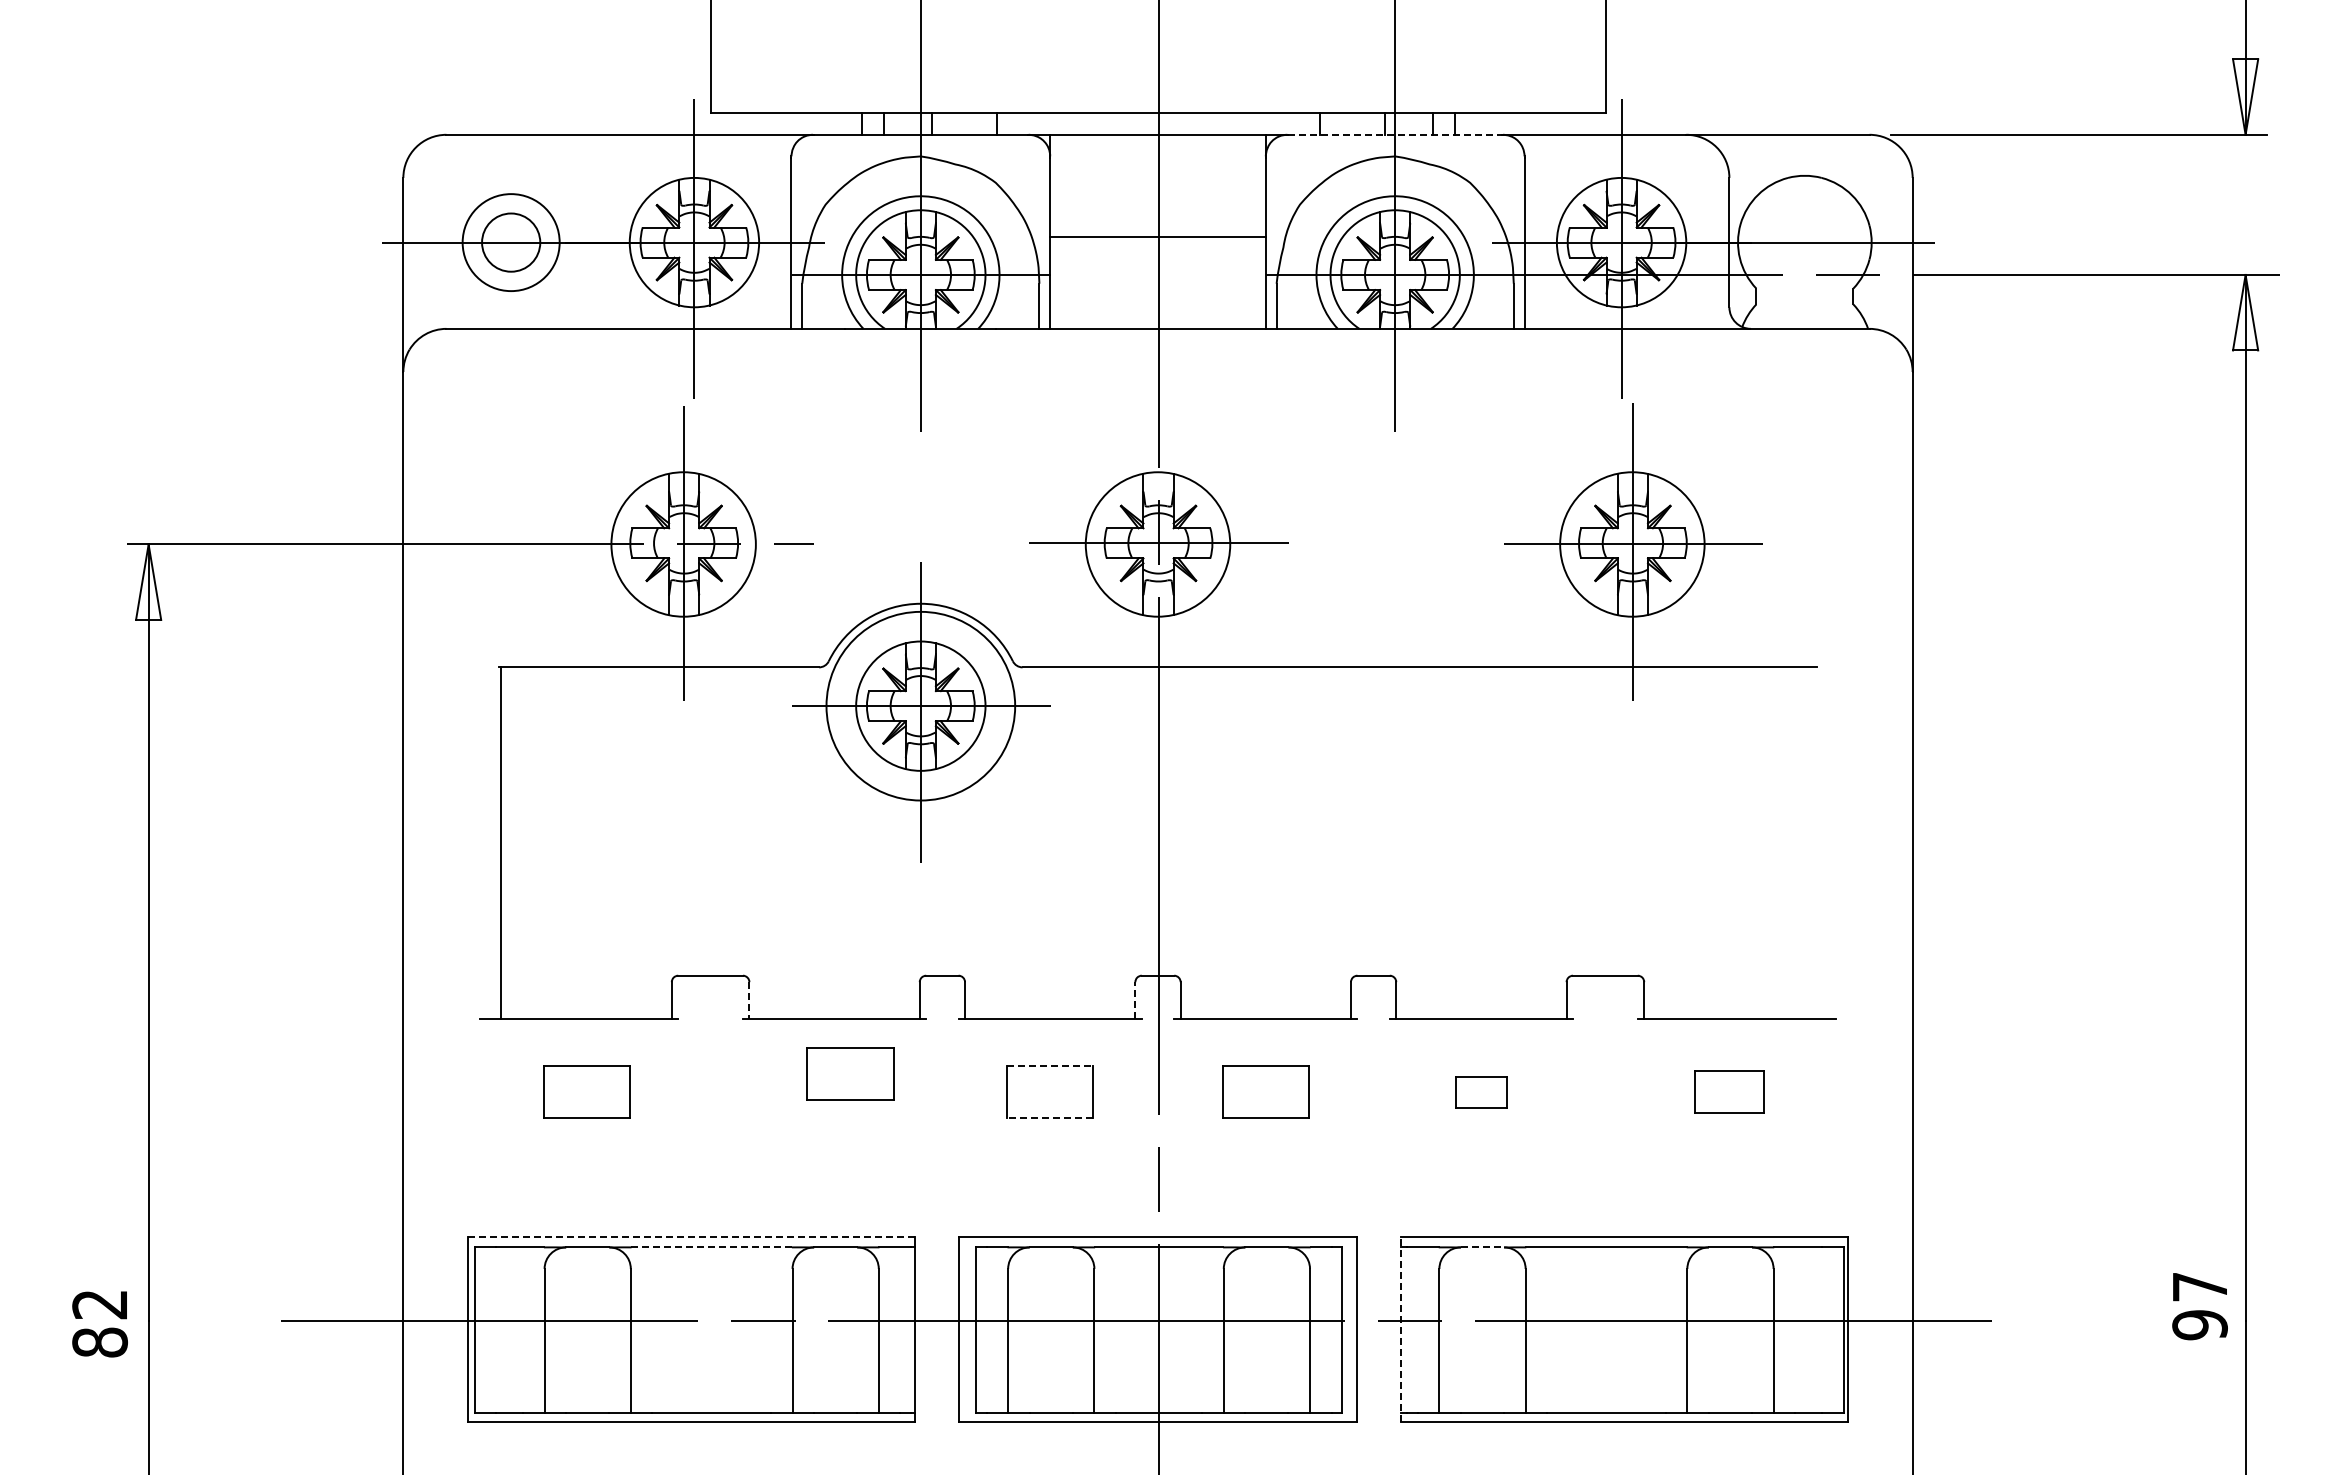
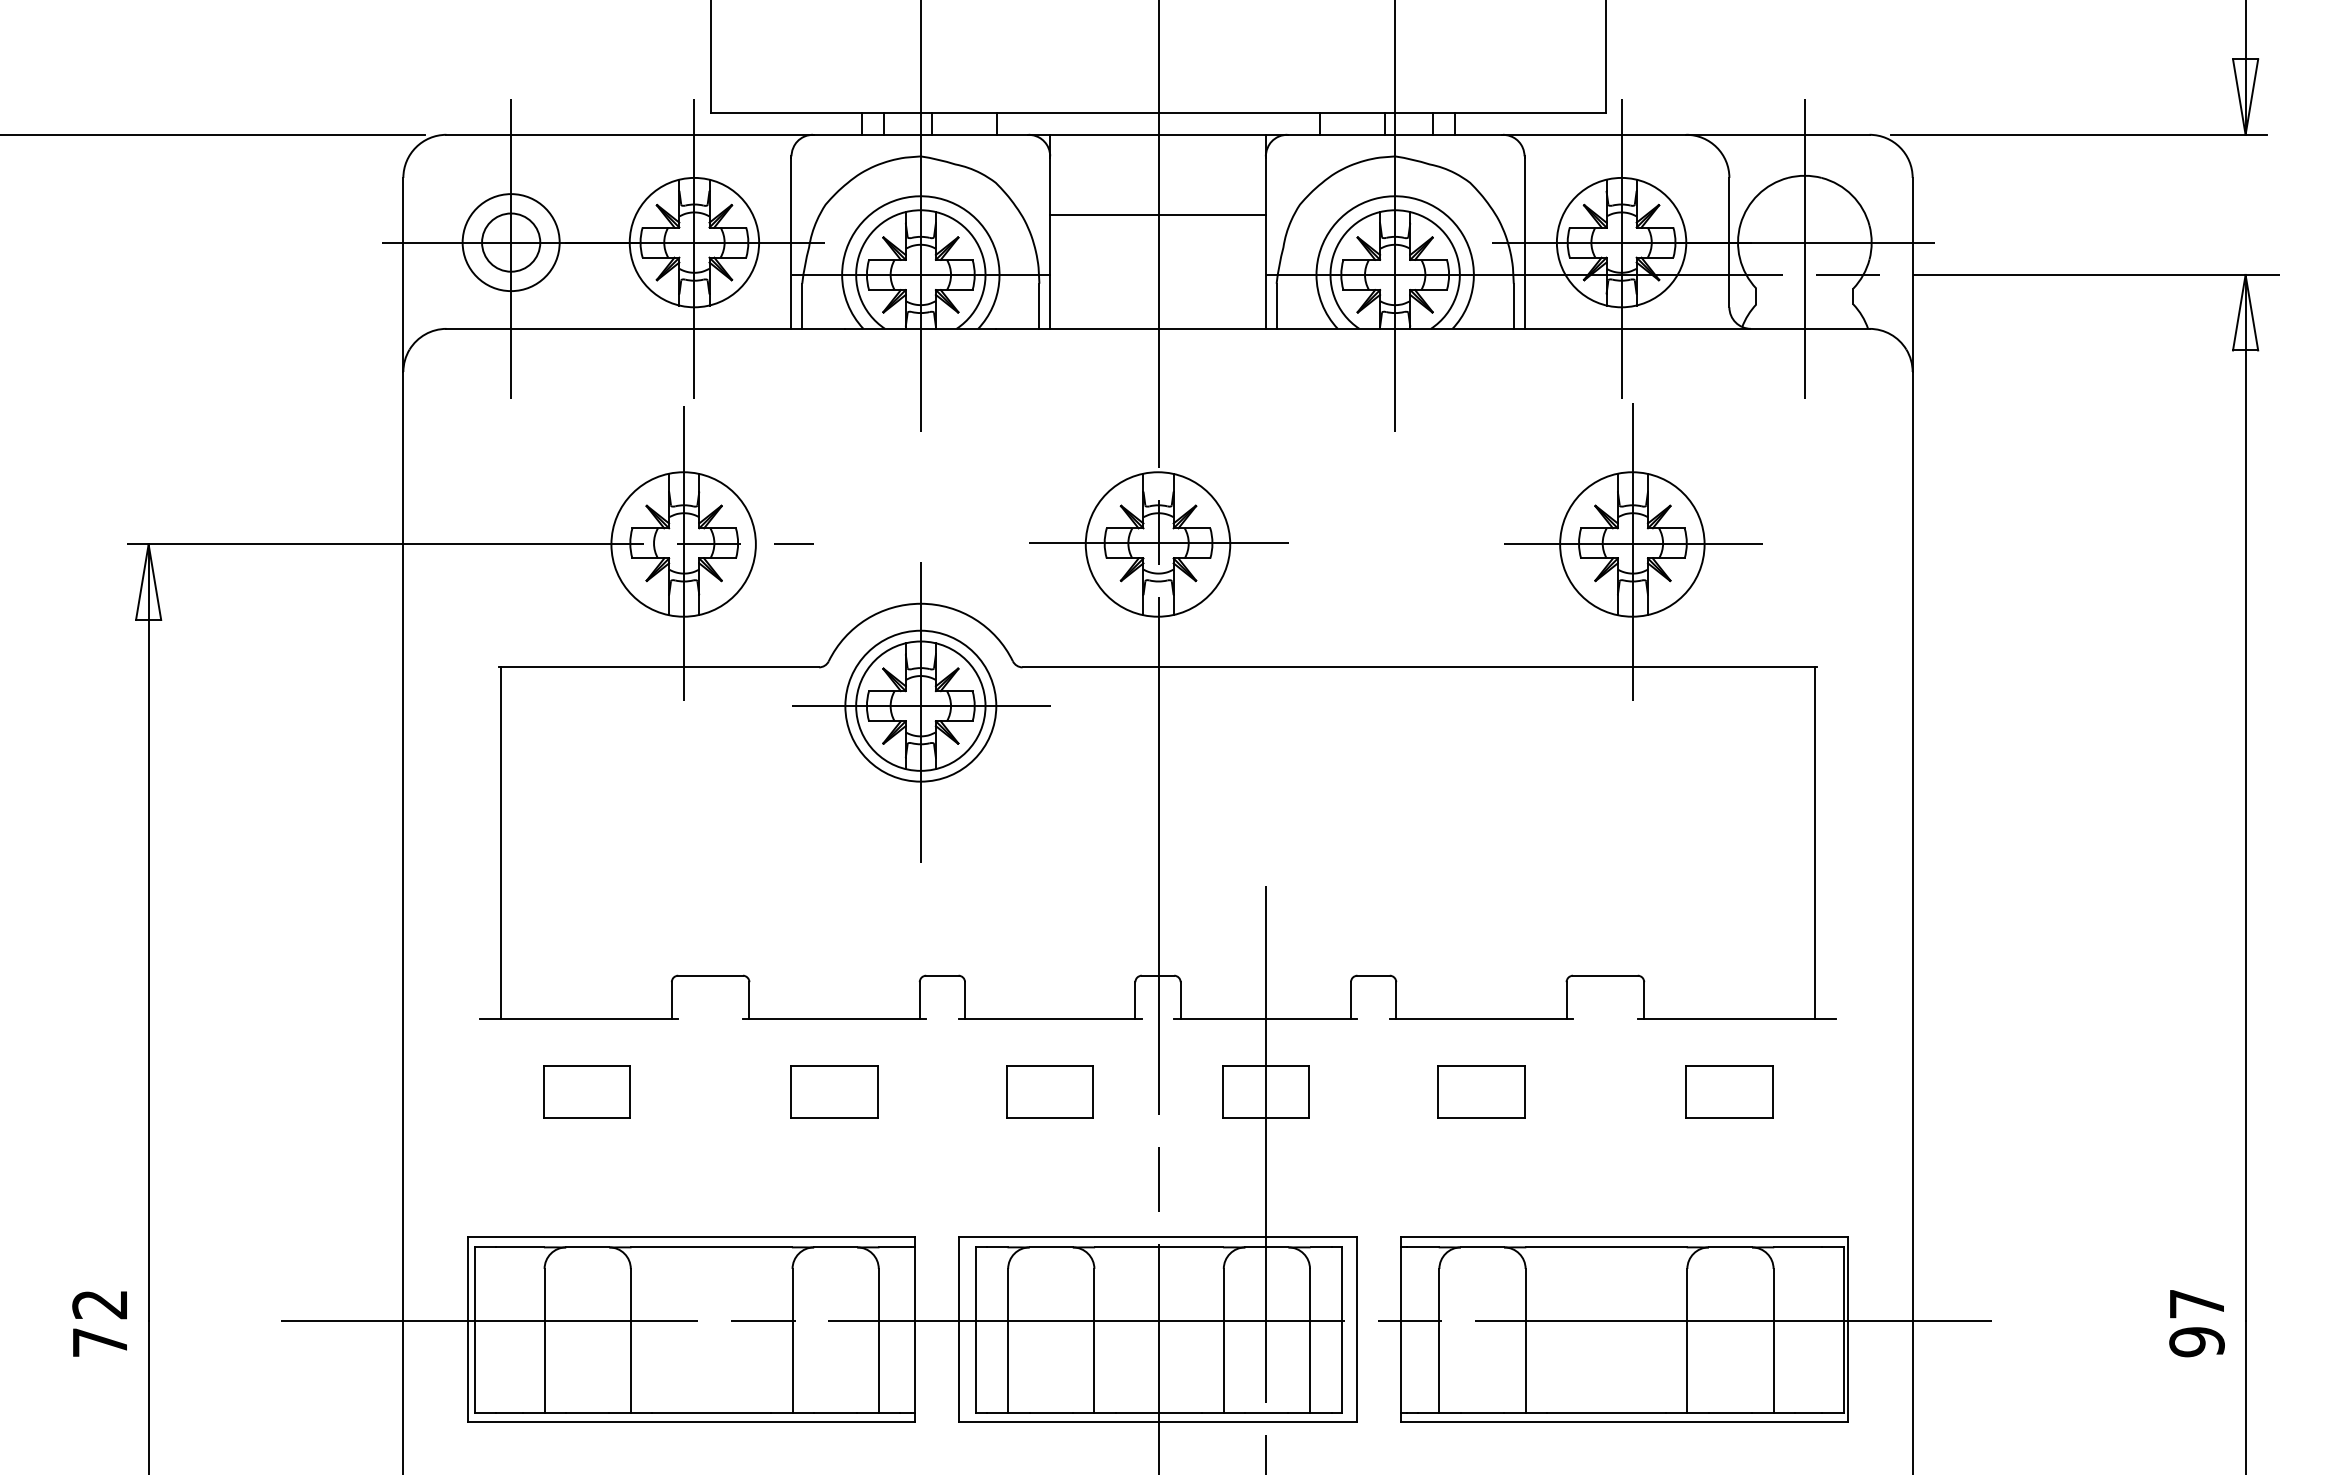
line at (213, 134): none -> present
line at (1395, 134): dashed -> solid
line at (1157, 236) position: (1157, 236) -> (1157, 214)
line at (511, 248): none -> present
line at (1804, 248): none -> present
circle at (920, 705) diameter: 189 px -> 151 px
line at (1814, 842): none -> present
line at (1135, 1000): dashed -> solid
line at (749, 1001): dashed -> solid
line at (1050, 1066): dashed -> solid
part at (850, 1073) position: (850, 1073) -> (834, 1091)
part at (1729, 1091) size: 71x44 px -> 89x54 px
part at (1481, 1092) size: 53x33 px -> 89x54 px
line at (1049, 1118): dashed -> solid
line at (1265, 1178): none -> present
line at (691, 1236): dashed -> solid
line at (712, 1247): dashed -> solid
line at (1482, 1247): dashed -> solid
text at (2199, 1306) position: (2199, 1306) -> (2196, 1323)
line at (1400, 1329): dashed -> solid
text at (99, 1342): 82 -> 72
